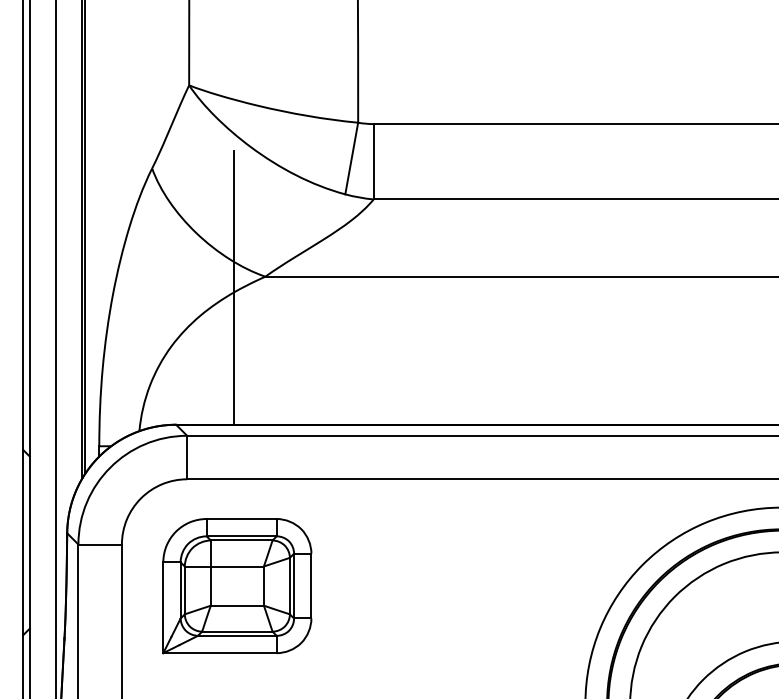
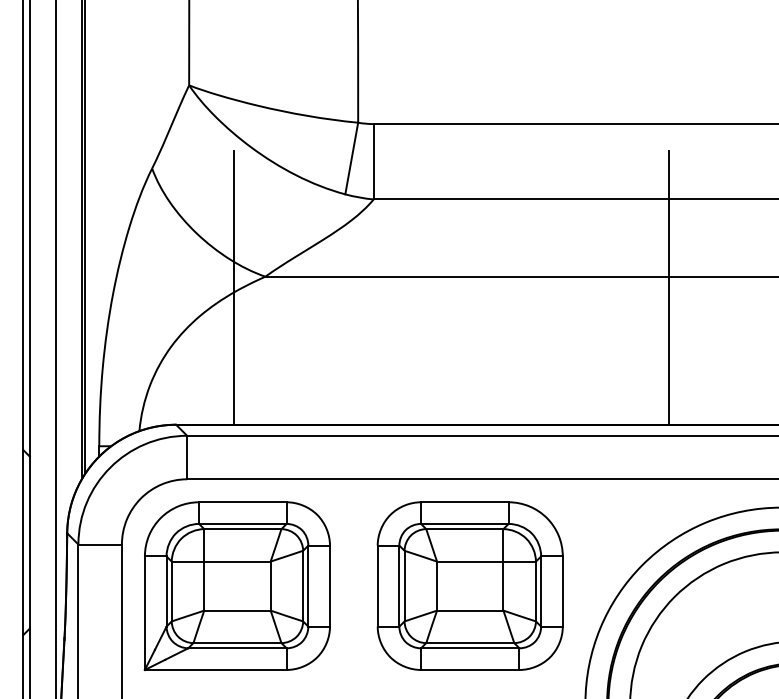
line at (669, 287): none -> present
part at (469, 585): none -> present
part at (237, 586) size: 151x137 px -> 188x170 px
